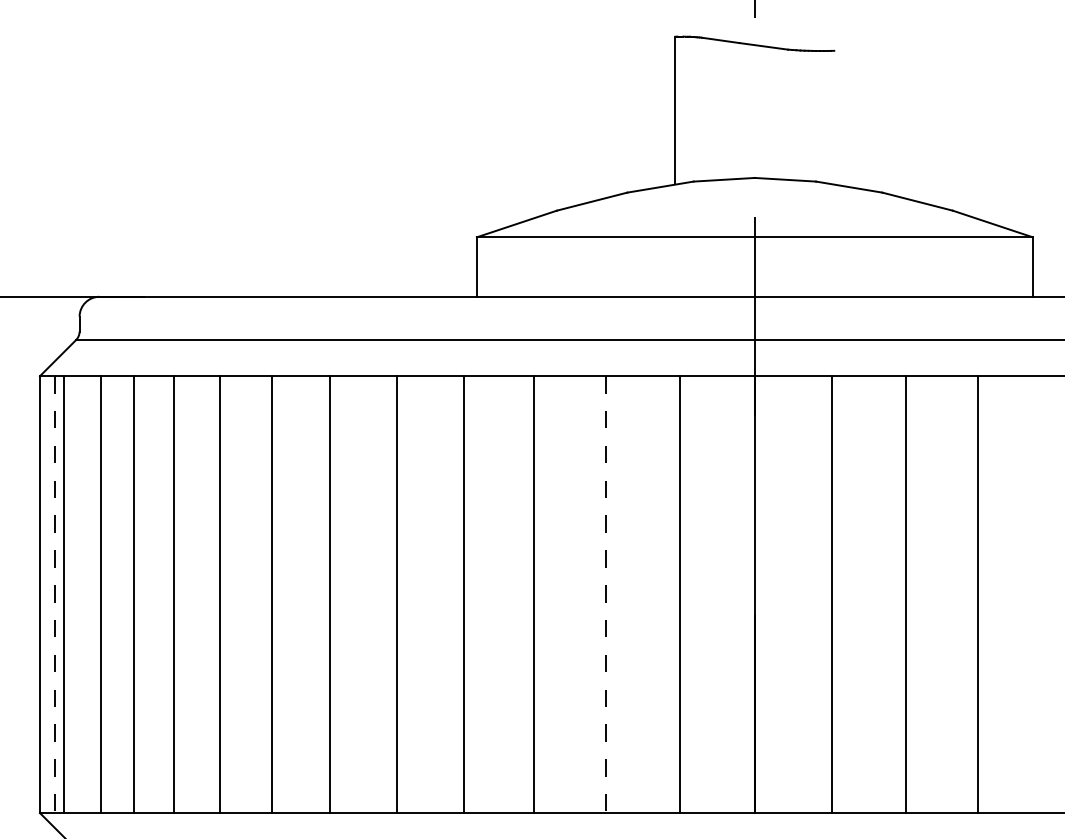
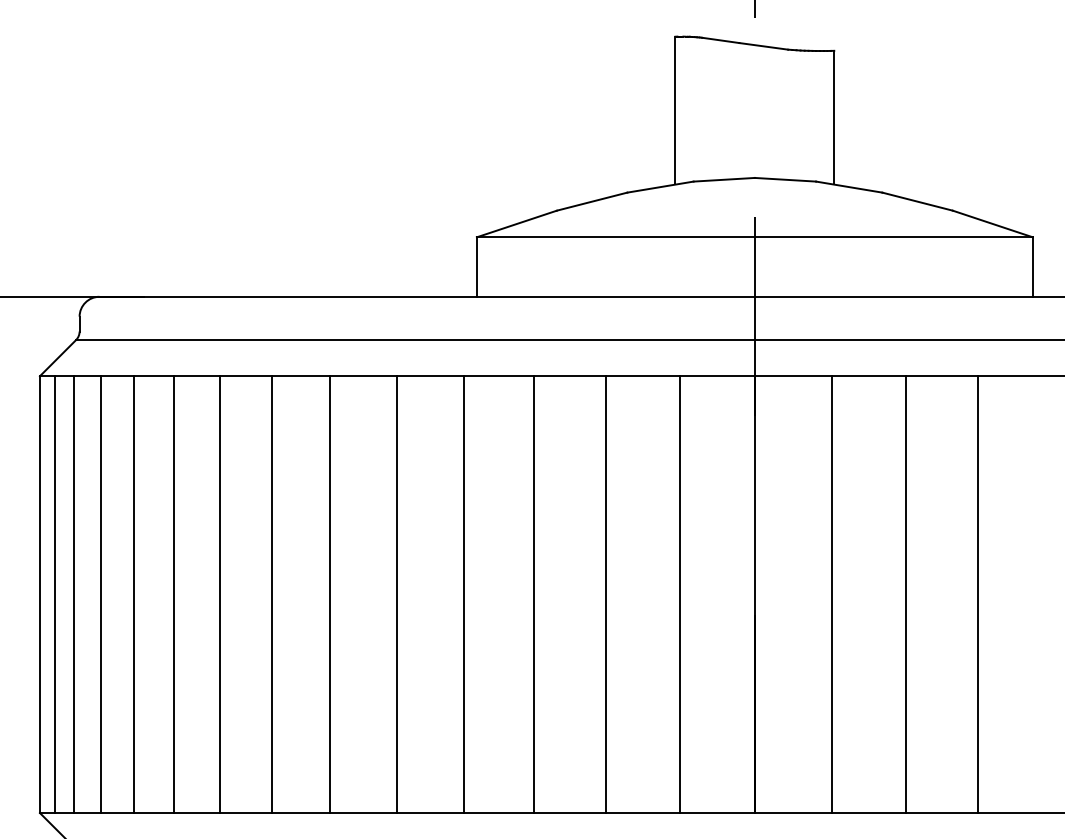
line at (834, 117): none -> present
line at (64, 594) position: (64, 594) -> (74, 594)
line at (55, 595): dashed -> solid
line at (606, 595): dashed -> solid
